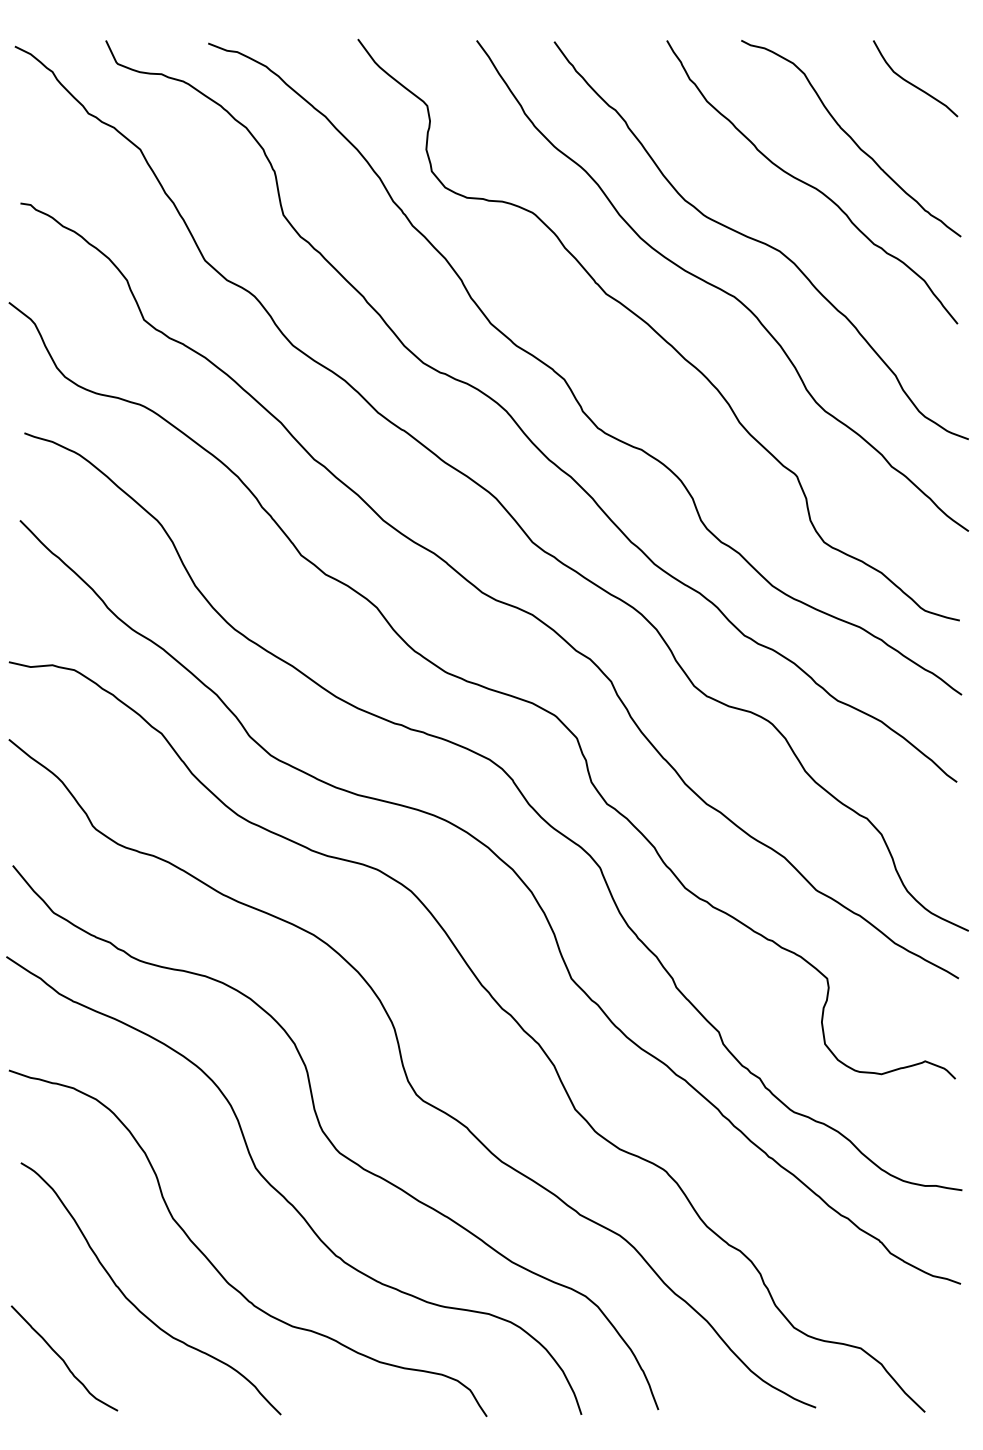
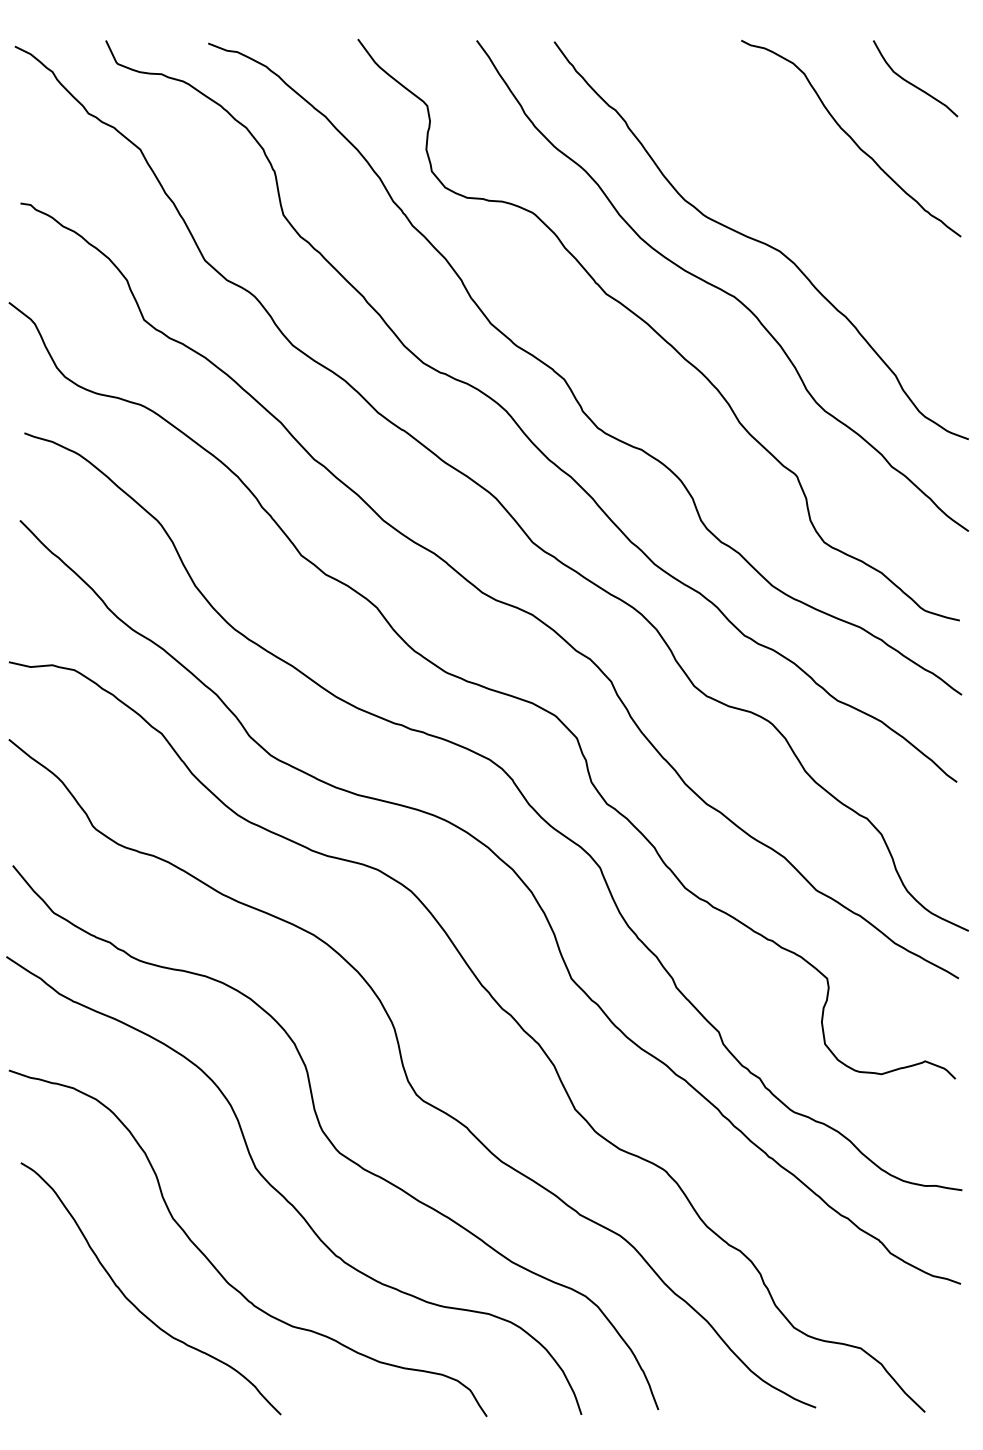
curve at (810, 184): present -> none
curve at (63, 1359): present -> none
